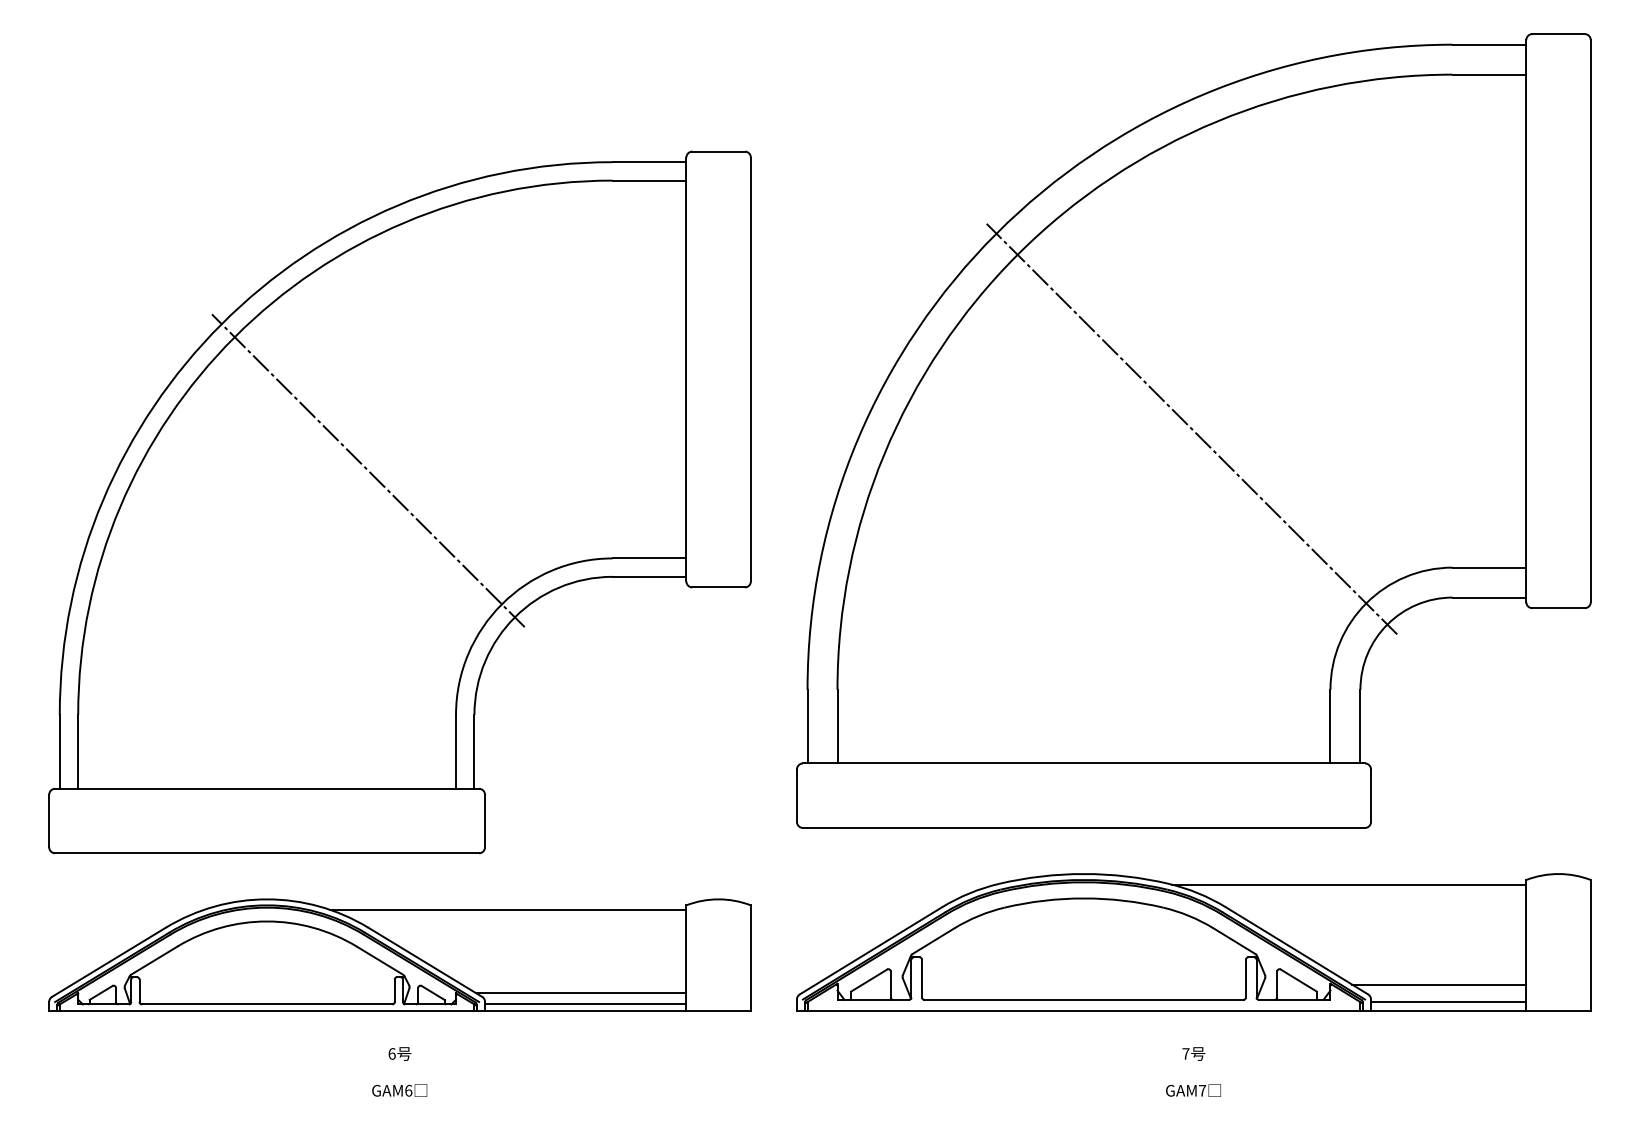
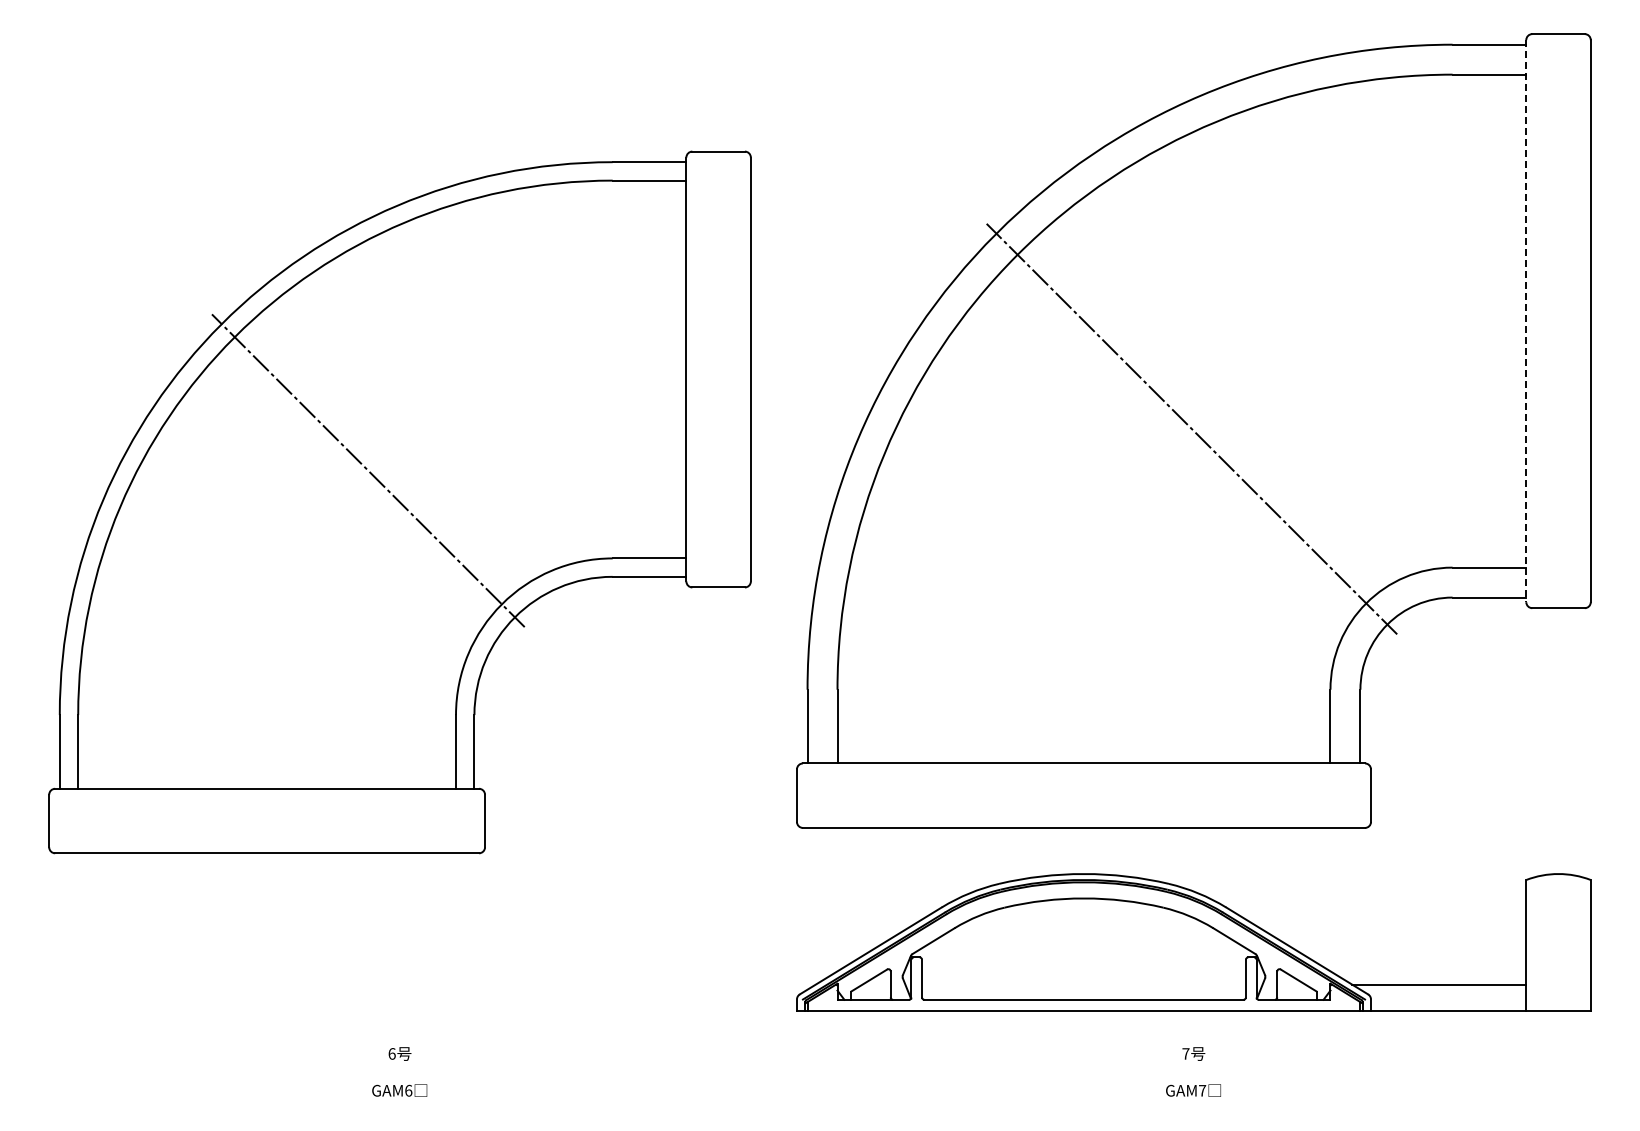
line at (1526, 321): solid -> dashed
line at (1348, 884): present -> none
part at (399, 954): present -> none
line at (1448, 1002): present -> none
